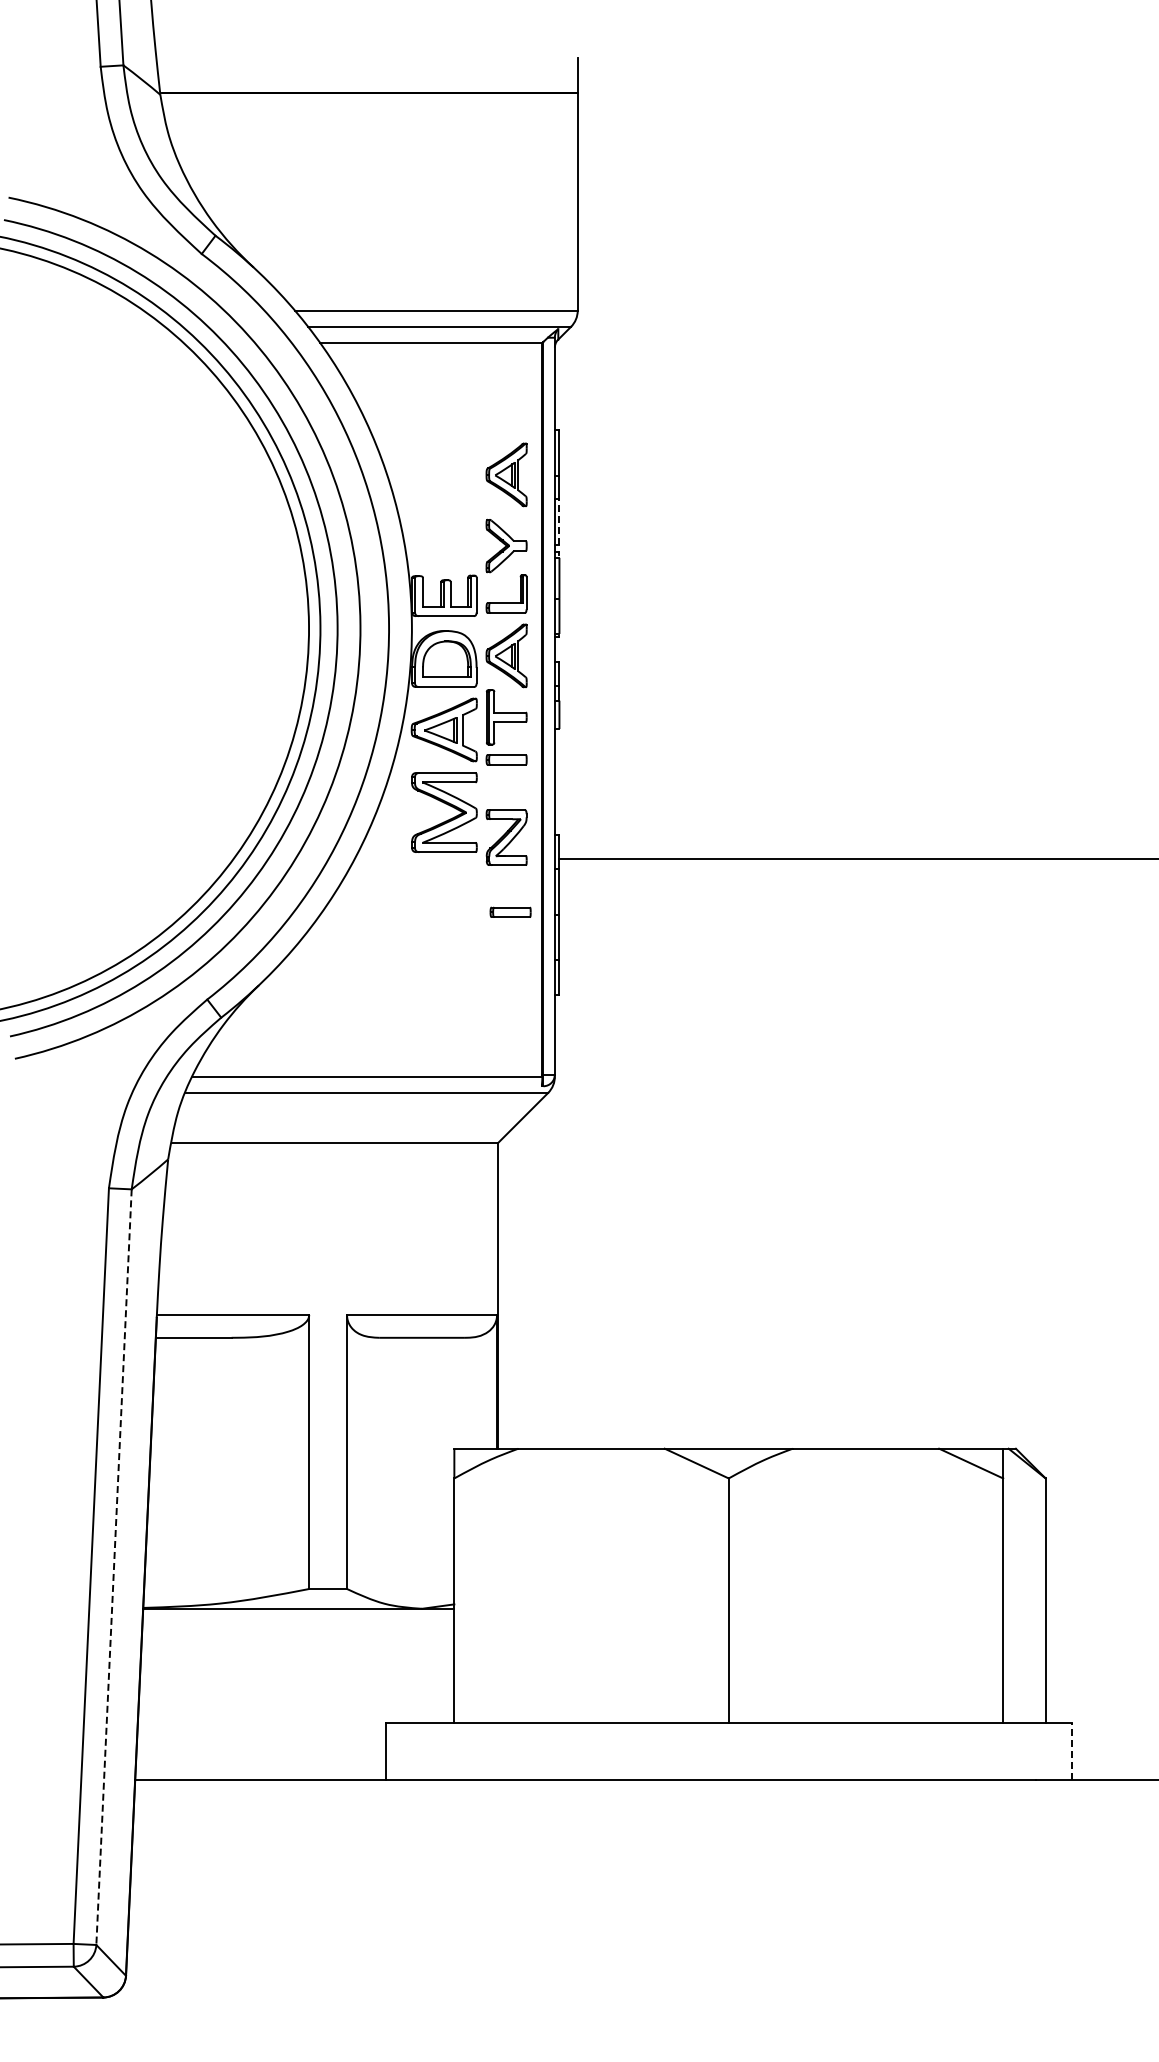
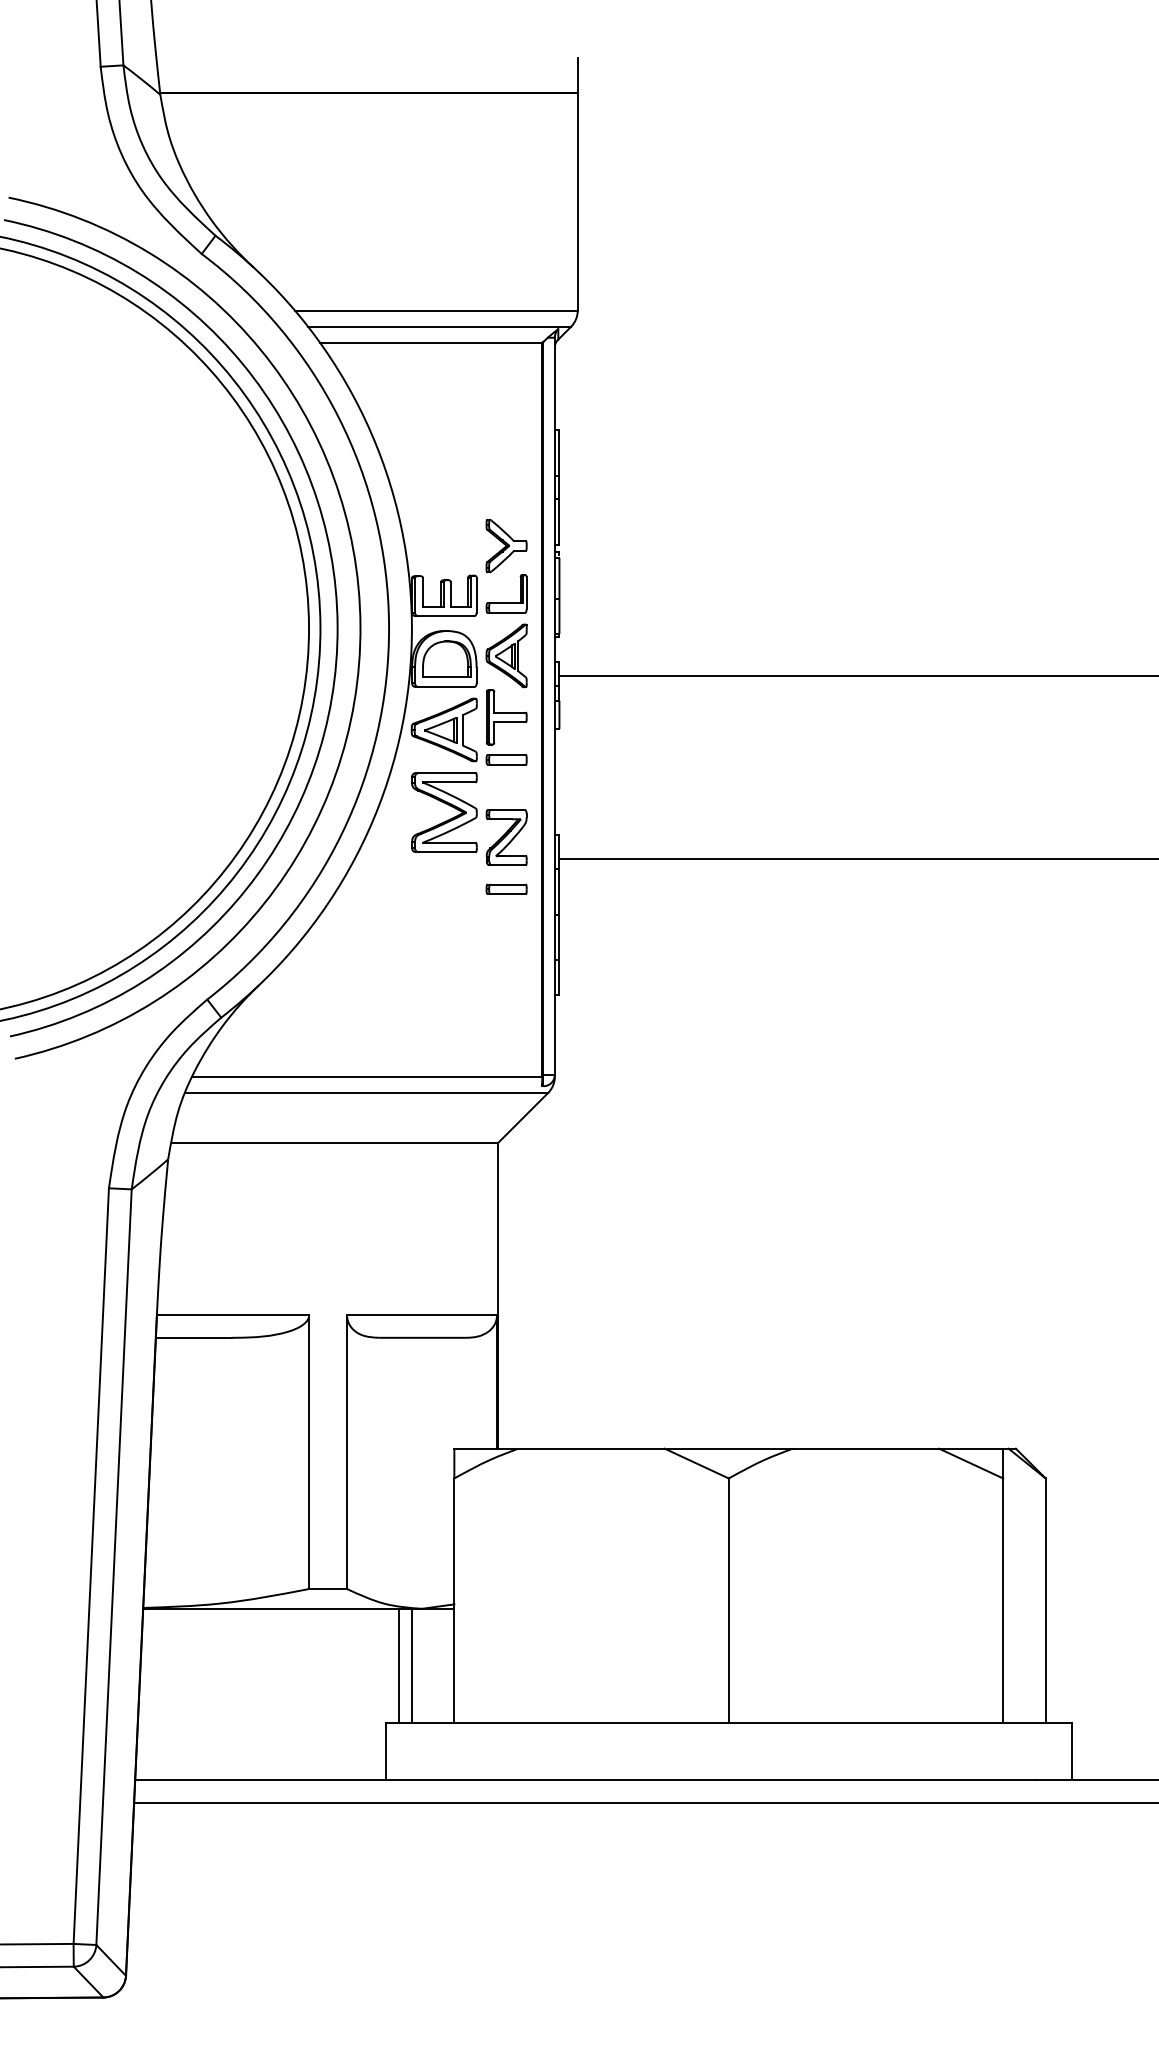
part at (506, 474): present -> none
line at (559, 521): dashed -> solid
line at (857, 675): none -> present
part at (510, 911) position: (510, 911) -> (506, 888)
line at (114, 1567): dashed -> solid
line at (399, 1665): none -> present
line at (411, 1665): none -> present
line at (1071, 1751): dashed -> solid
line at (644, 1803): none -> present
